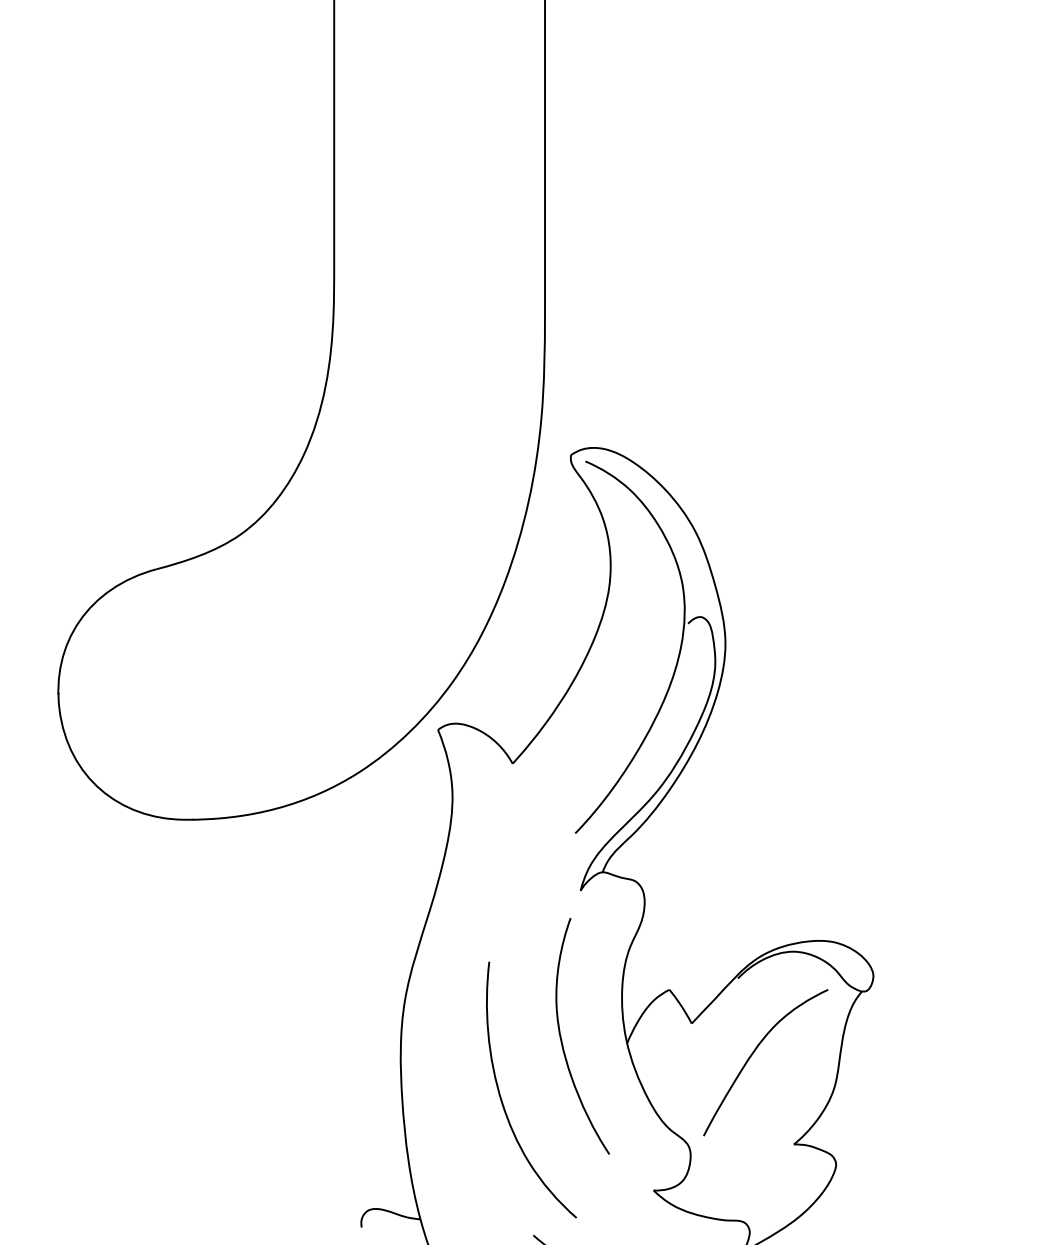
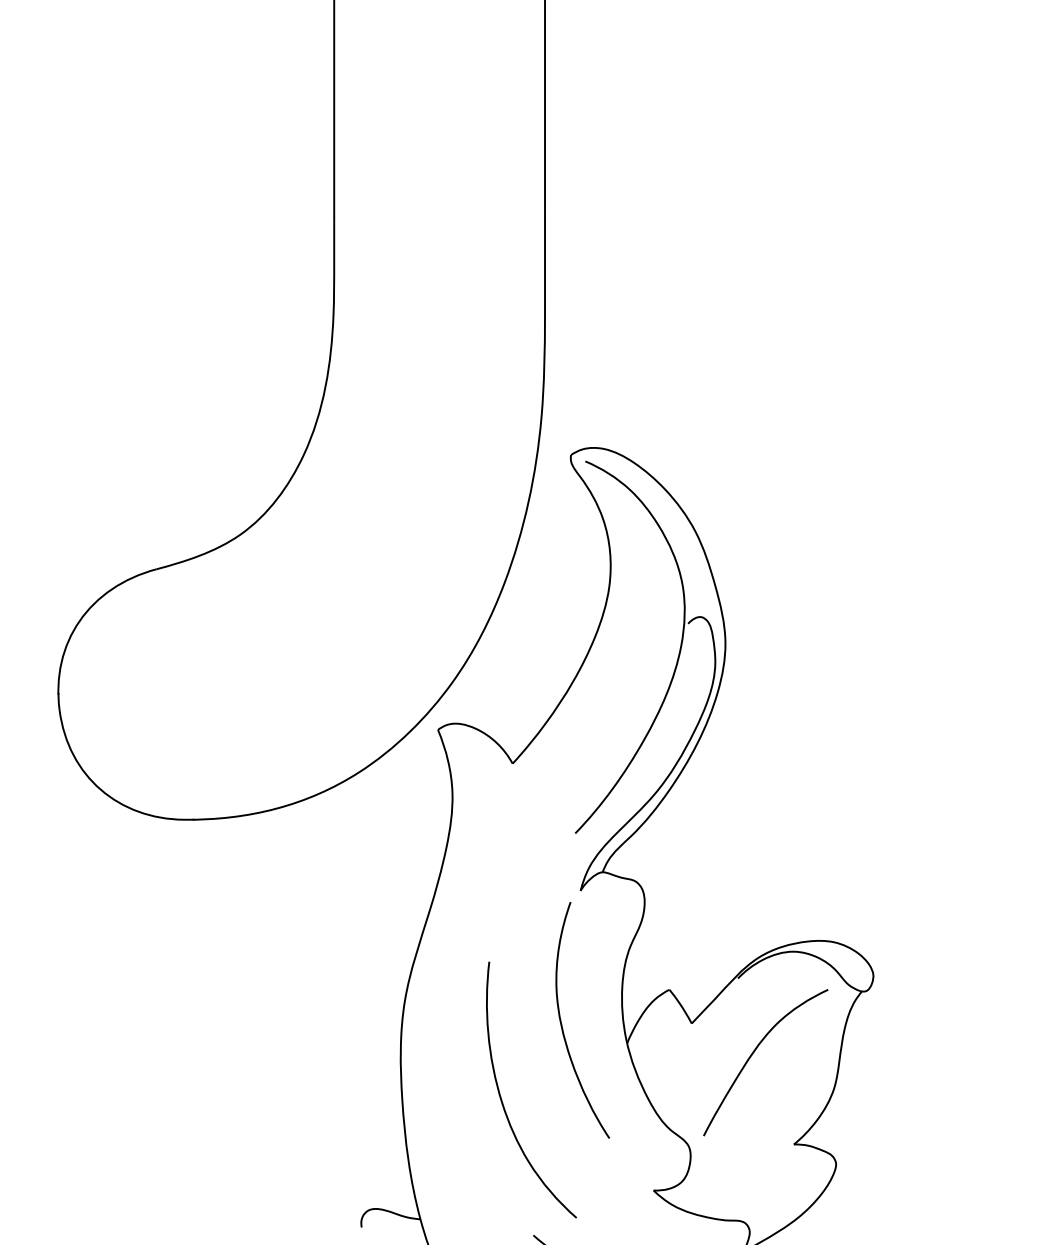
curve at (562, 1040) position: (562, 1040) -> (562, 1024)
